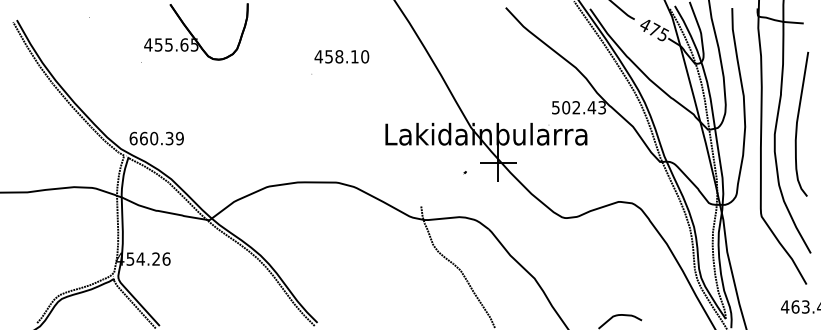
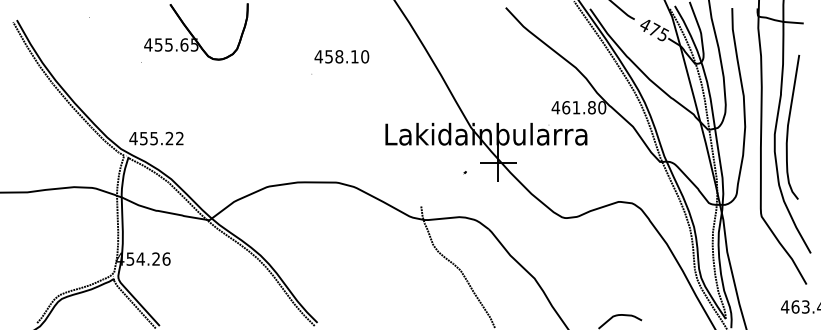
text at (578, 107): 502.43 -> 461.80
curve at (798, 121) position: (798, 121) -> (789, 124)
text at (156, 138): 660.39 -> 455.22
